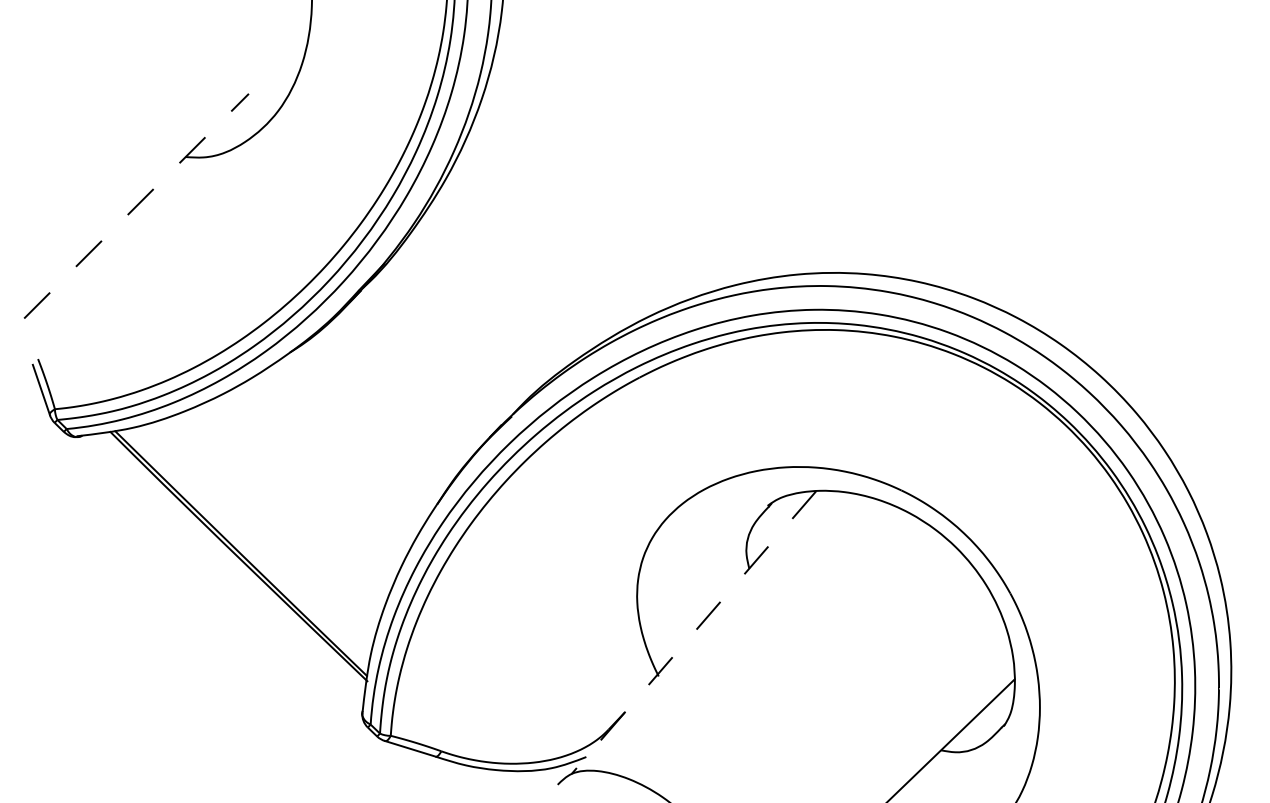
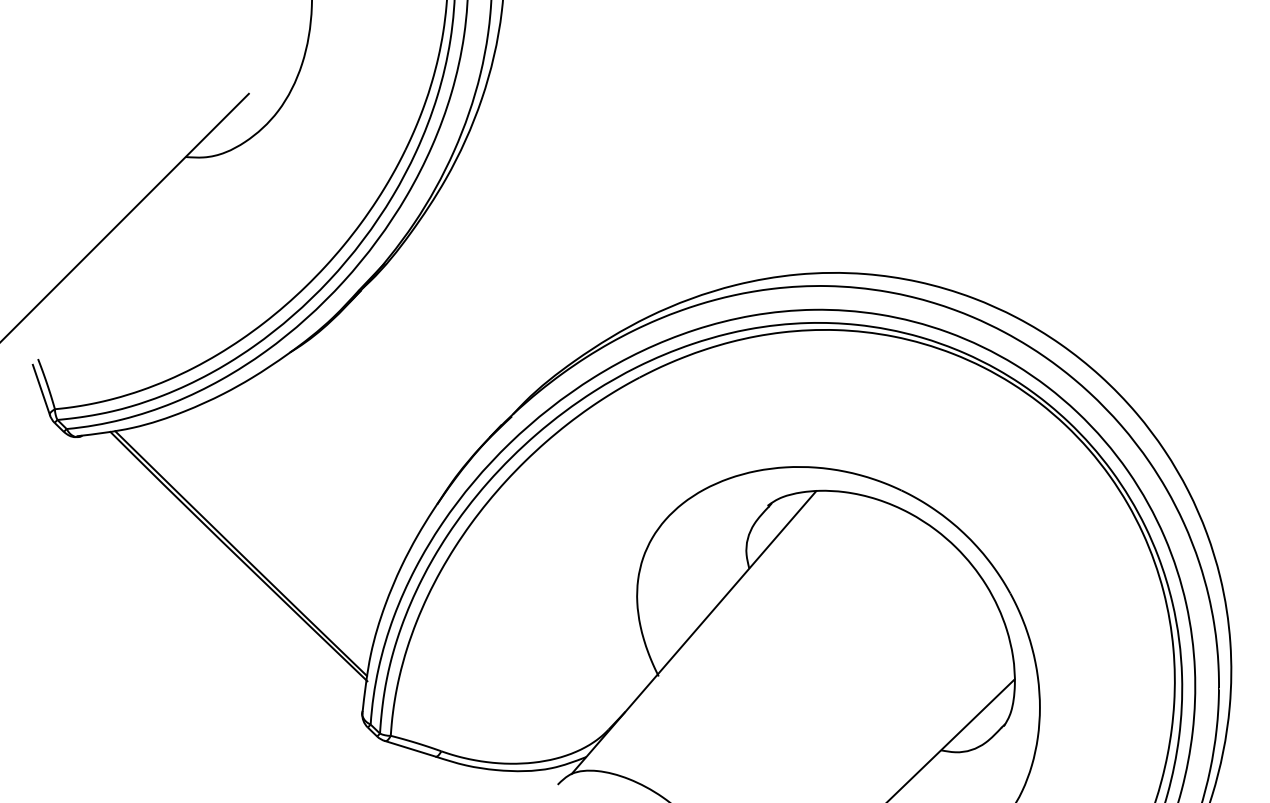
line at (124, 218): dashed -> solid
line at (694, 632): dashed -> solid
